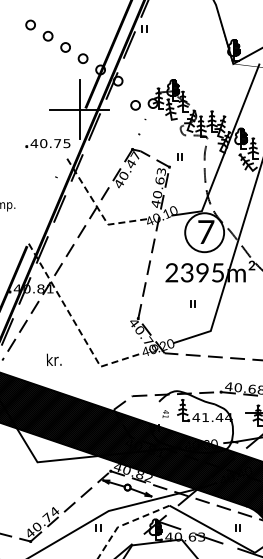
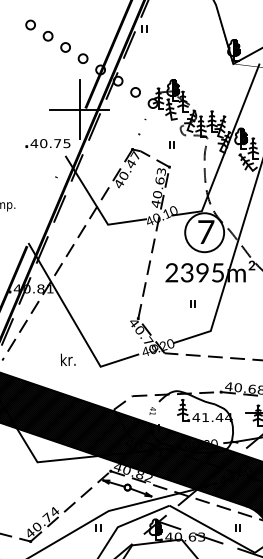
circle at (135, 105) position: (135, 105) -> (135, 92)
part at (179, 156) position: (179, 156) -> (171, 144)
line at (97, 207): dashed -> solid
line at (75, 322): dashed -> solid
text at (53, 359) position: (53, 359) -> (67, 359)
text at (165, 413) position: (165, 413) -> (152, 410)
line at (126, 523): dashed -> solid
